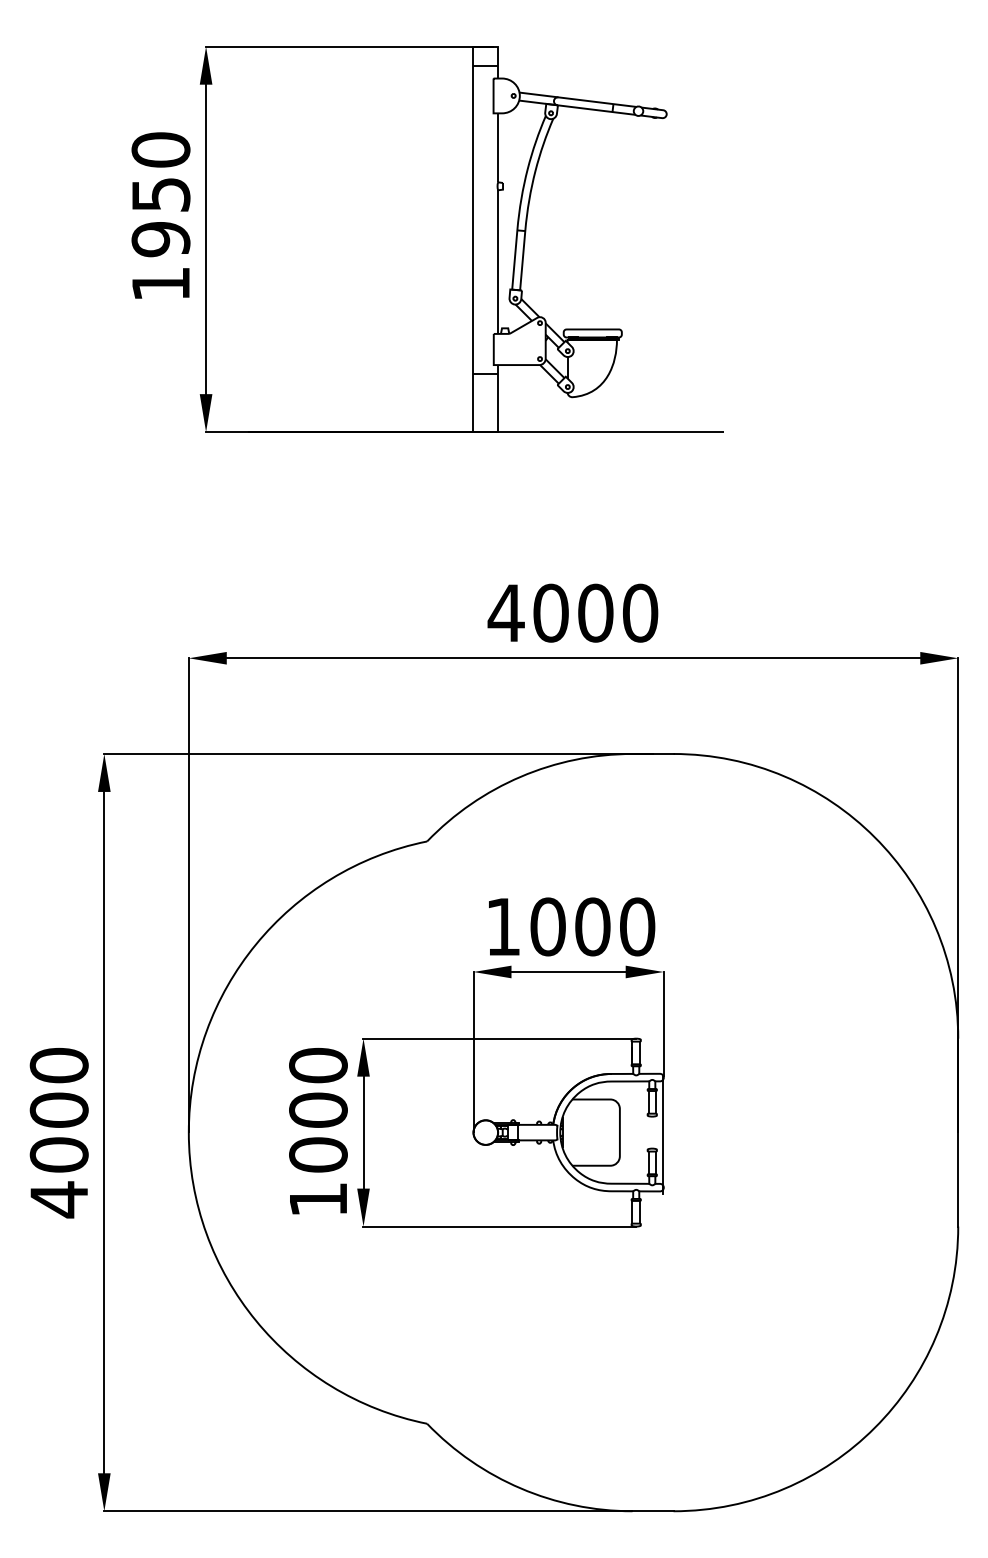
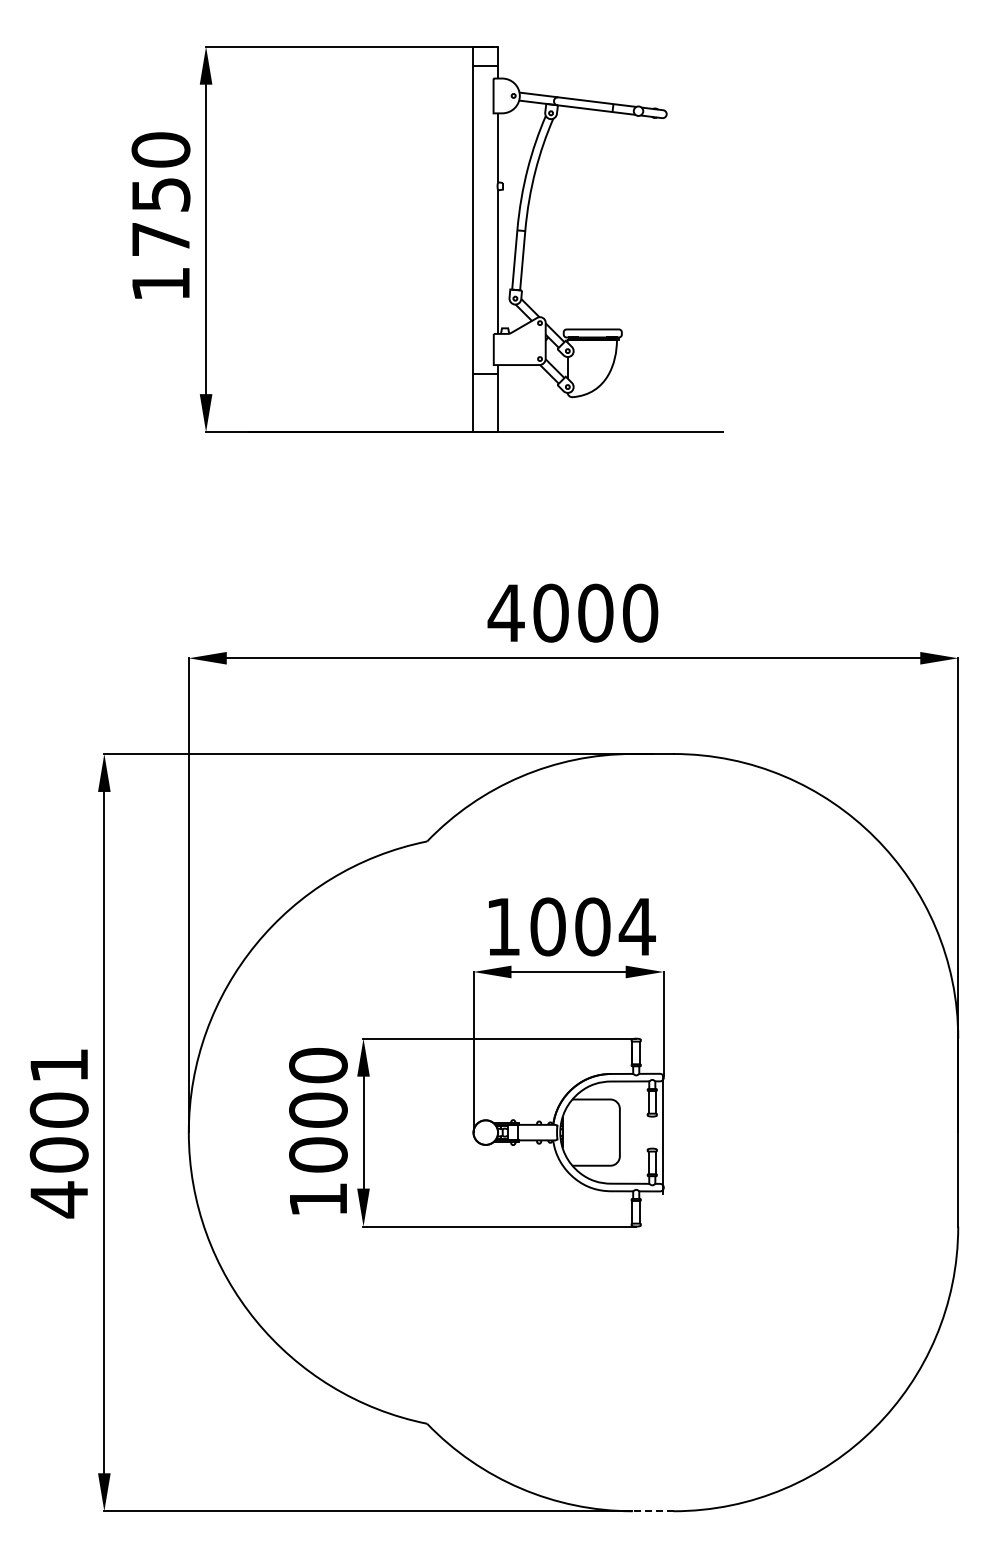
text at (160, 239): 1950 -> 1750
text at (636, 926): 1000 -> 1004
text at (58, 1065): 4000 -> 4001
line at (653, 1511): solid -> dashed
